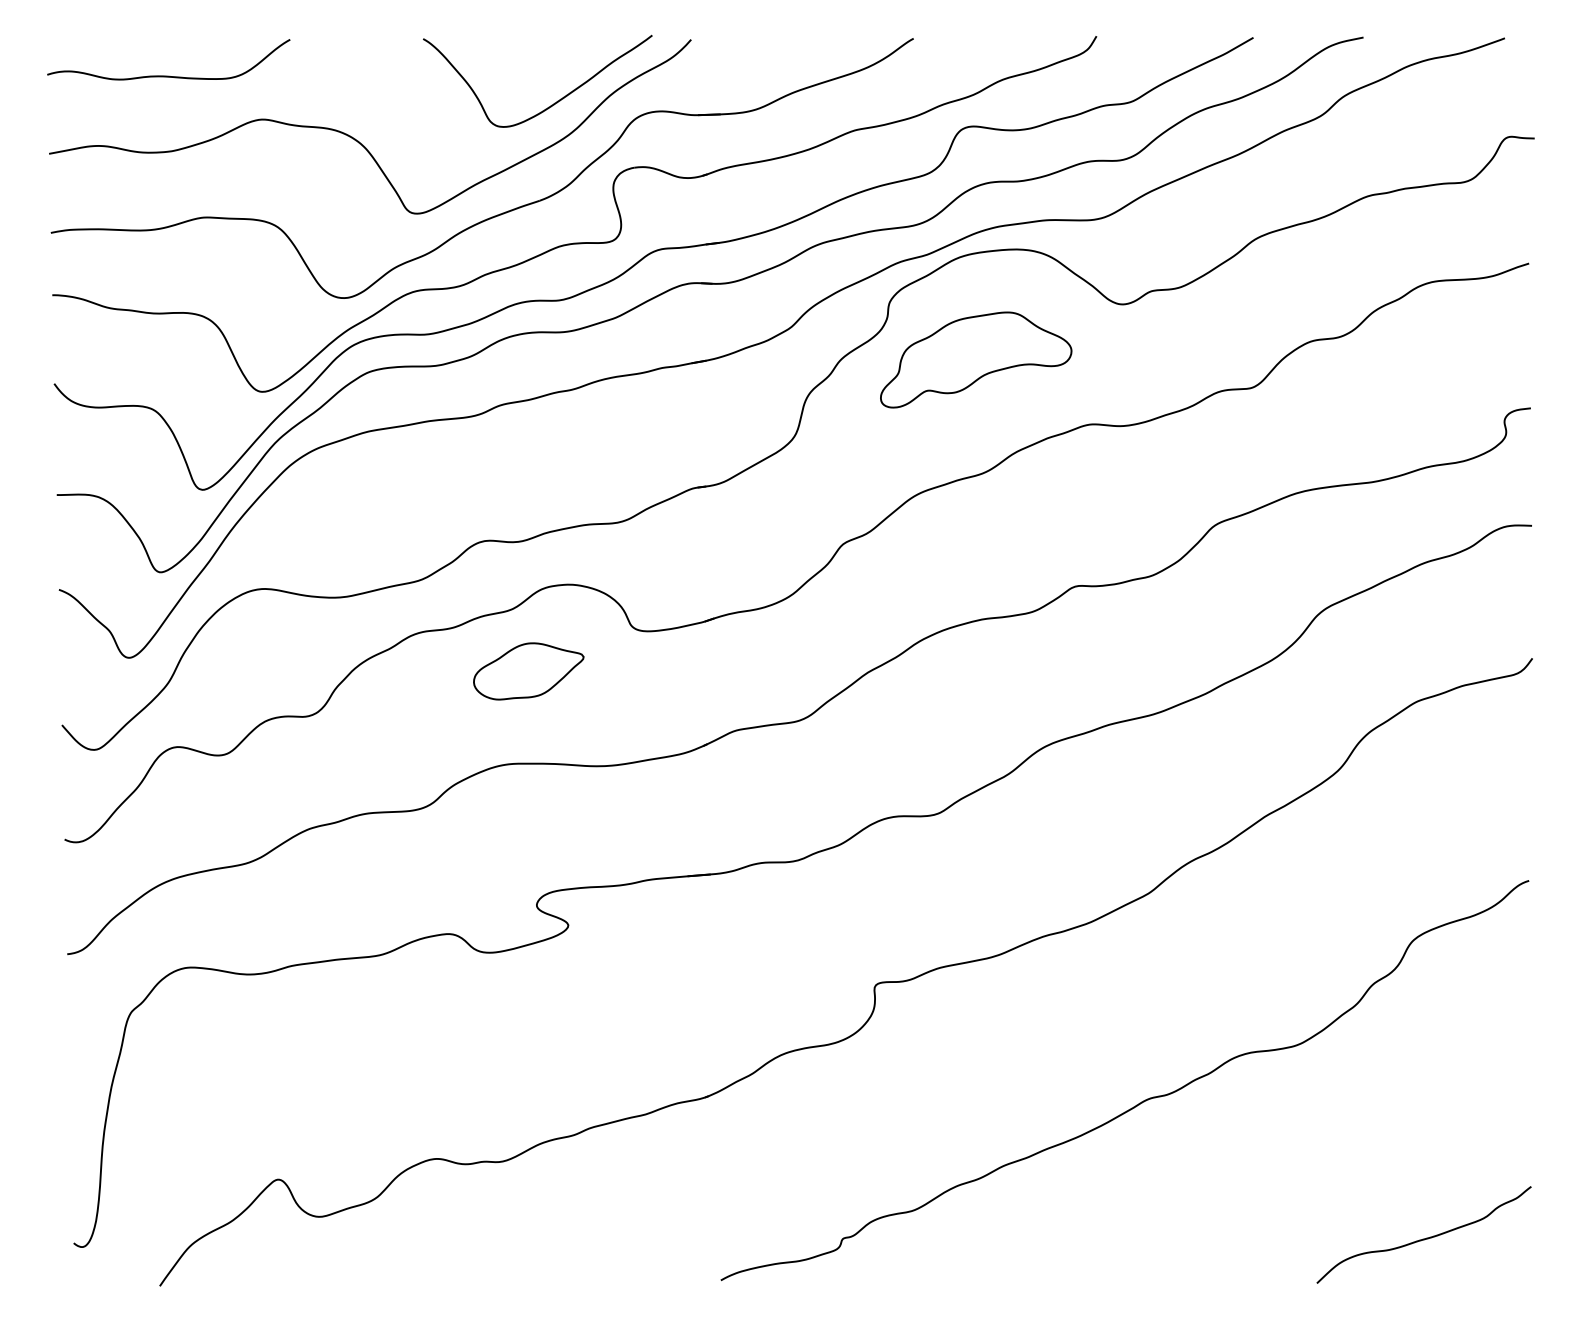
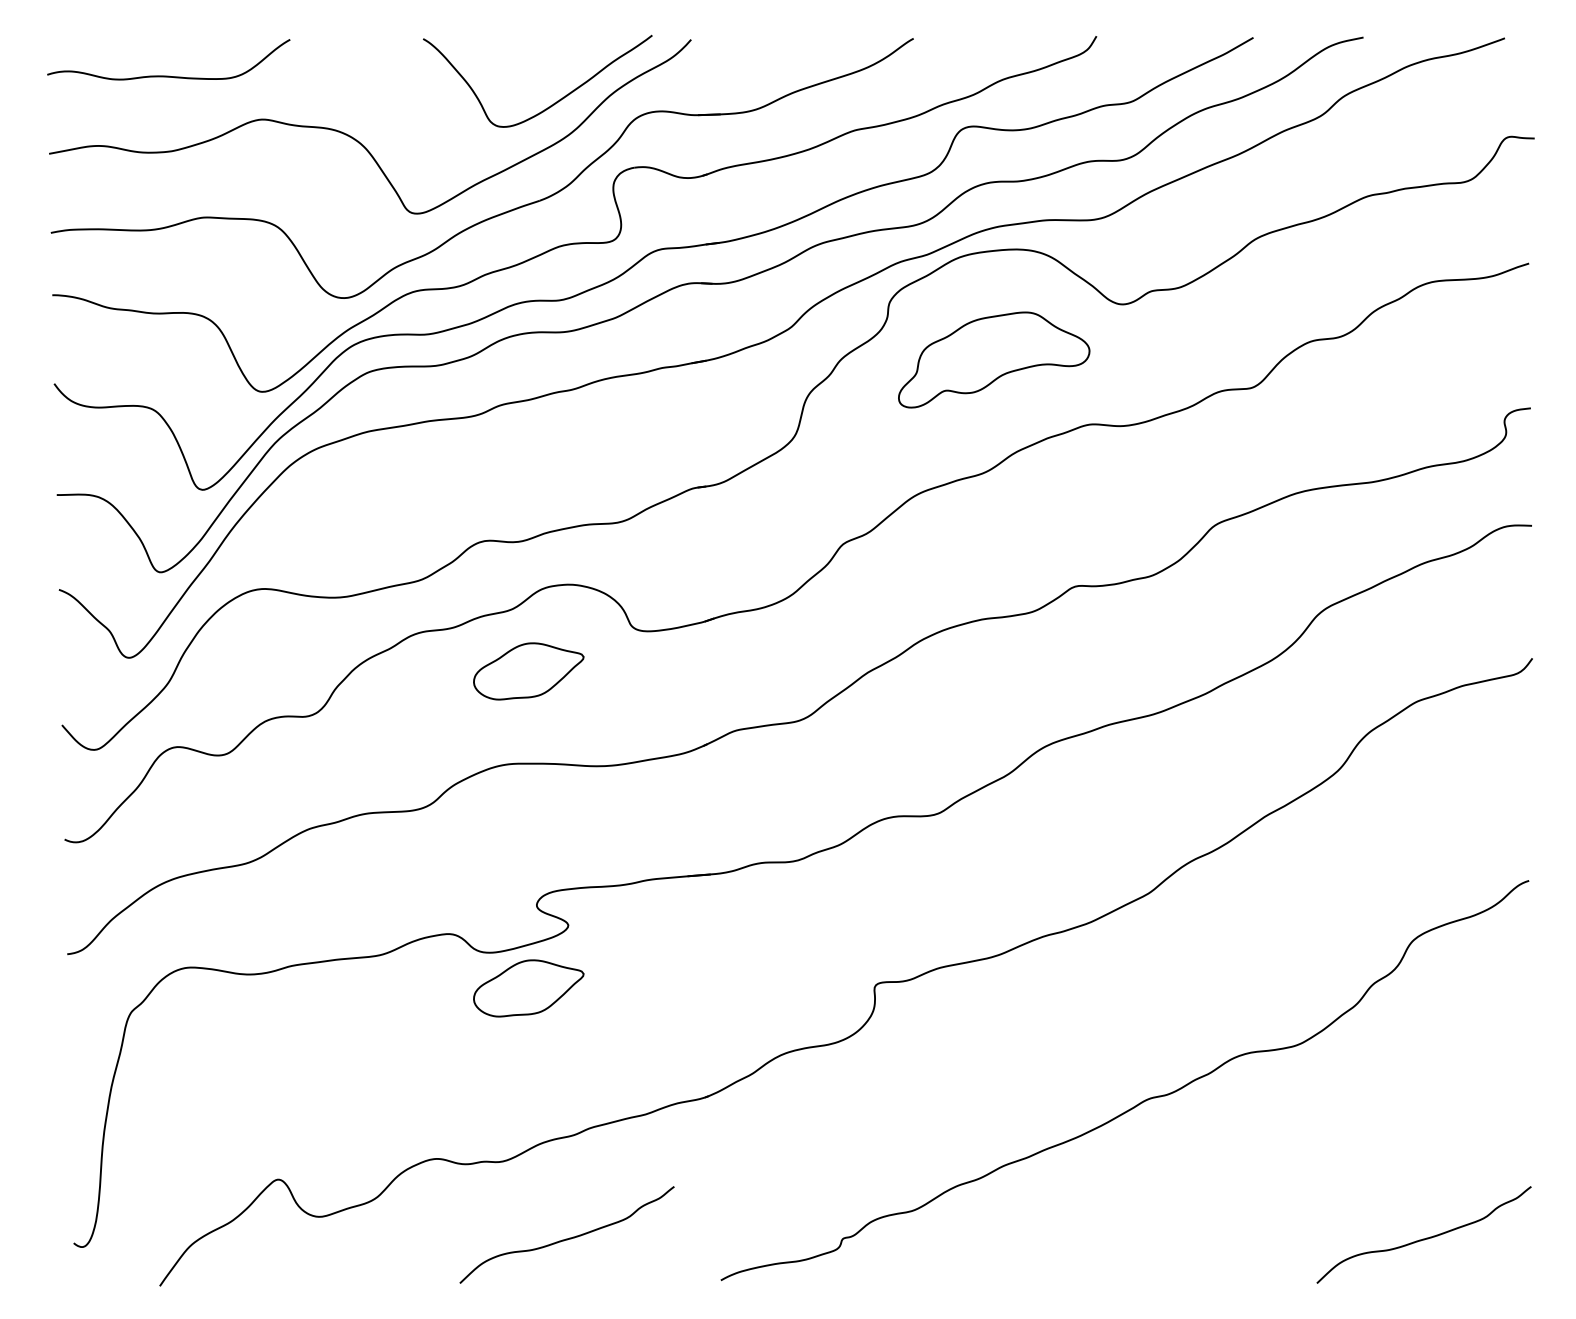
part at (976, 359) position: (976, 359) -> (994, 359)
part at (528, 988): none -> present
curve at (566, 1238): none -> present
